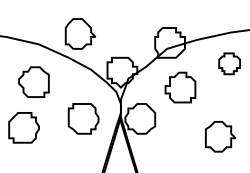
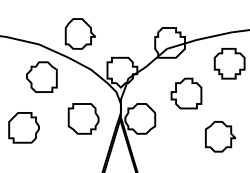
part at (229, 63) size: 23x24 px -> 33x32 px
part at (33, 81) position: (33, 81) -> (41, 76)
part at (180, 87) position: (180, 87) -> (186, 93)
